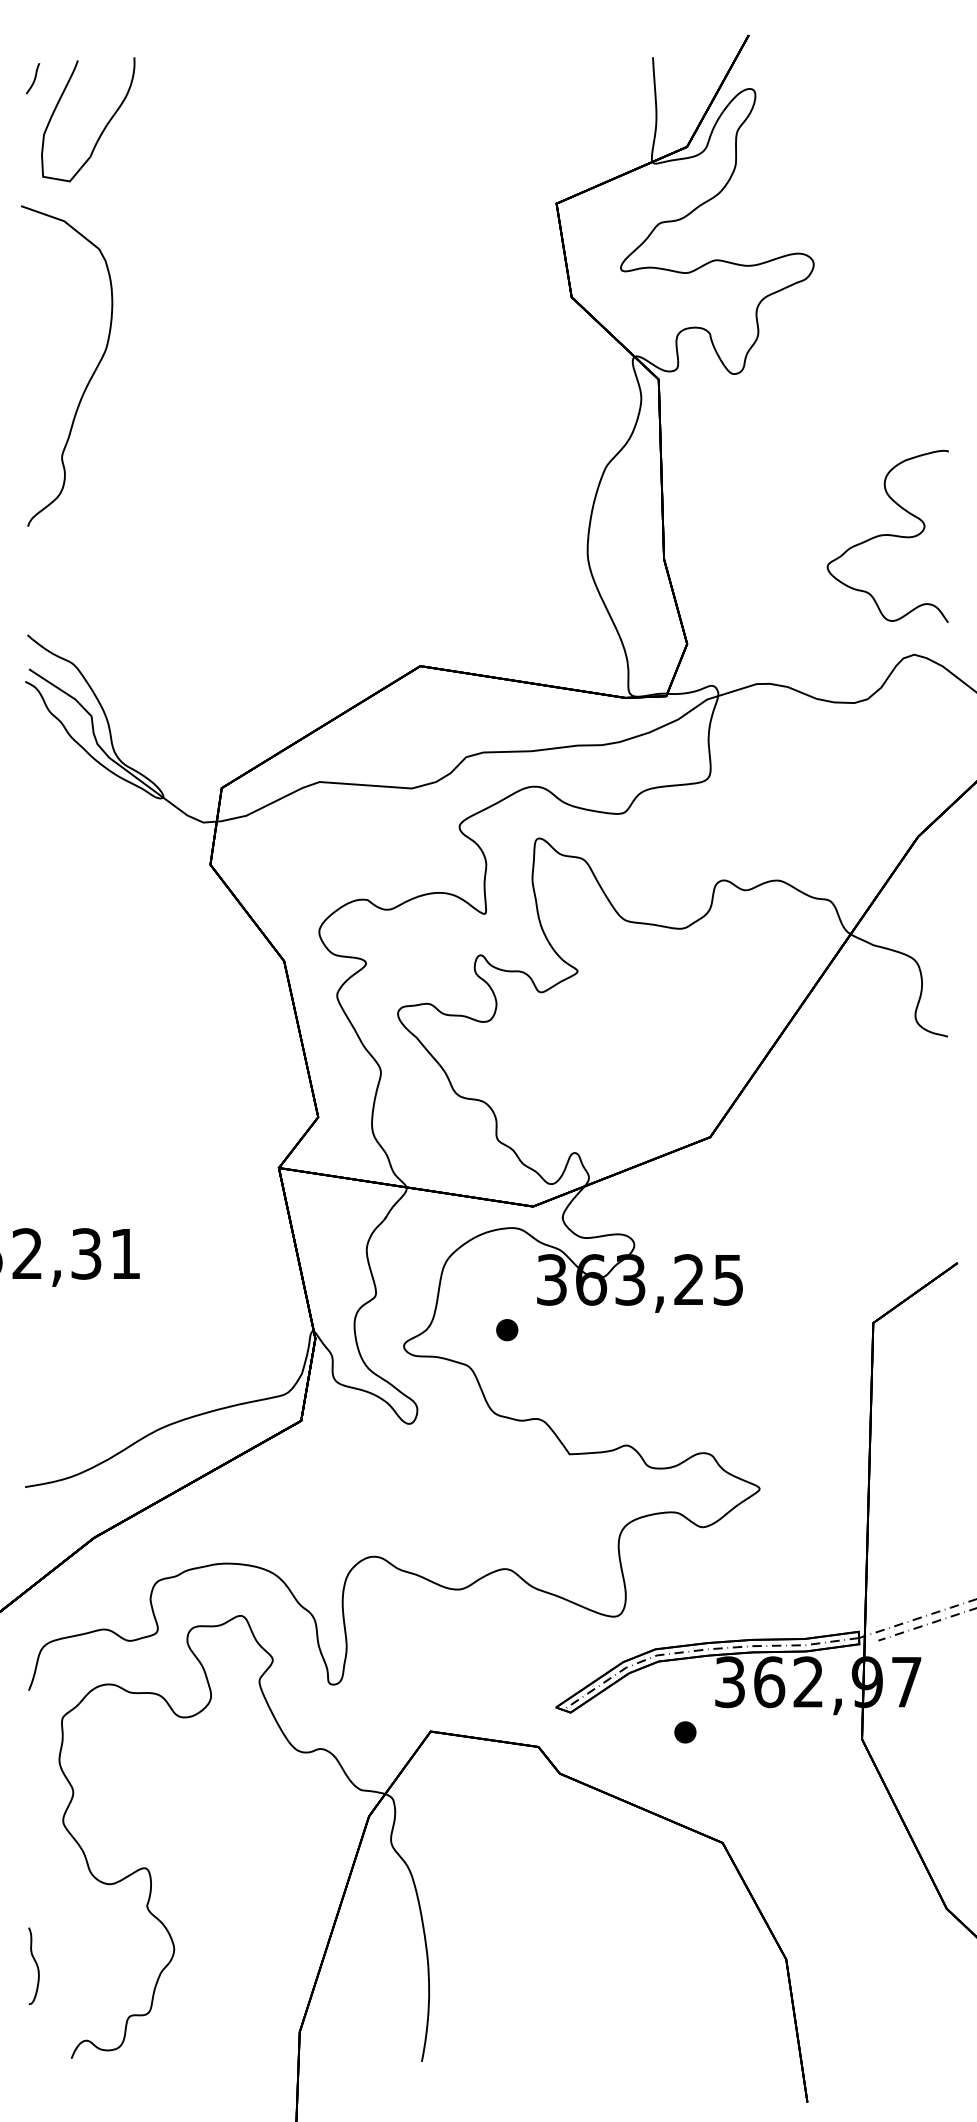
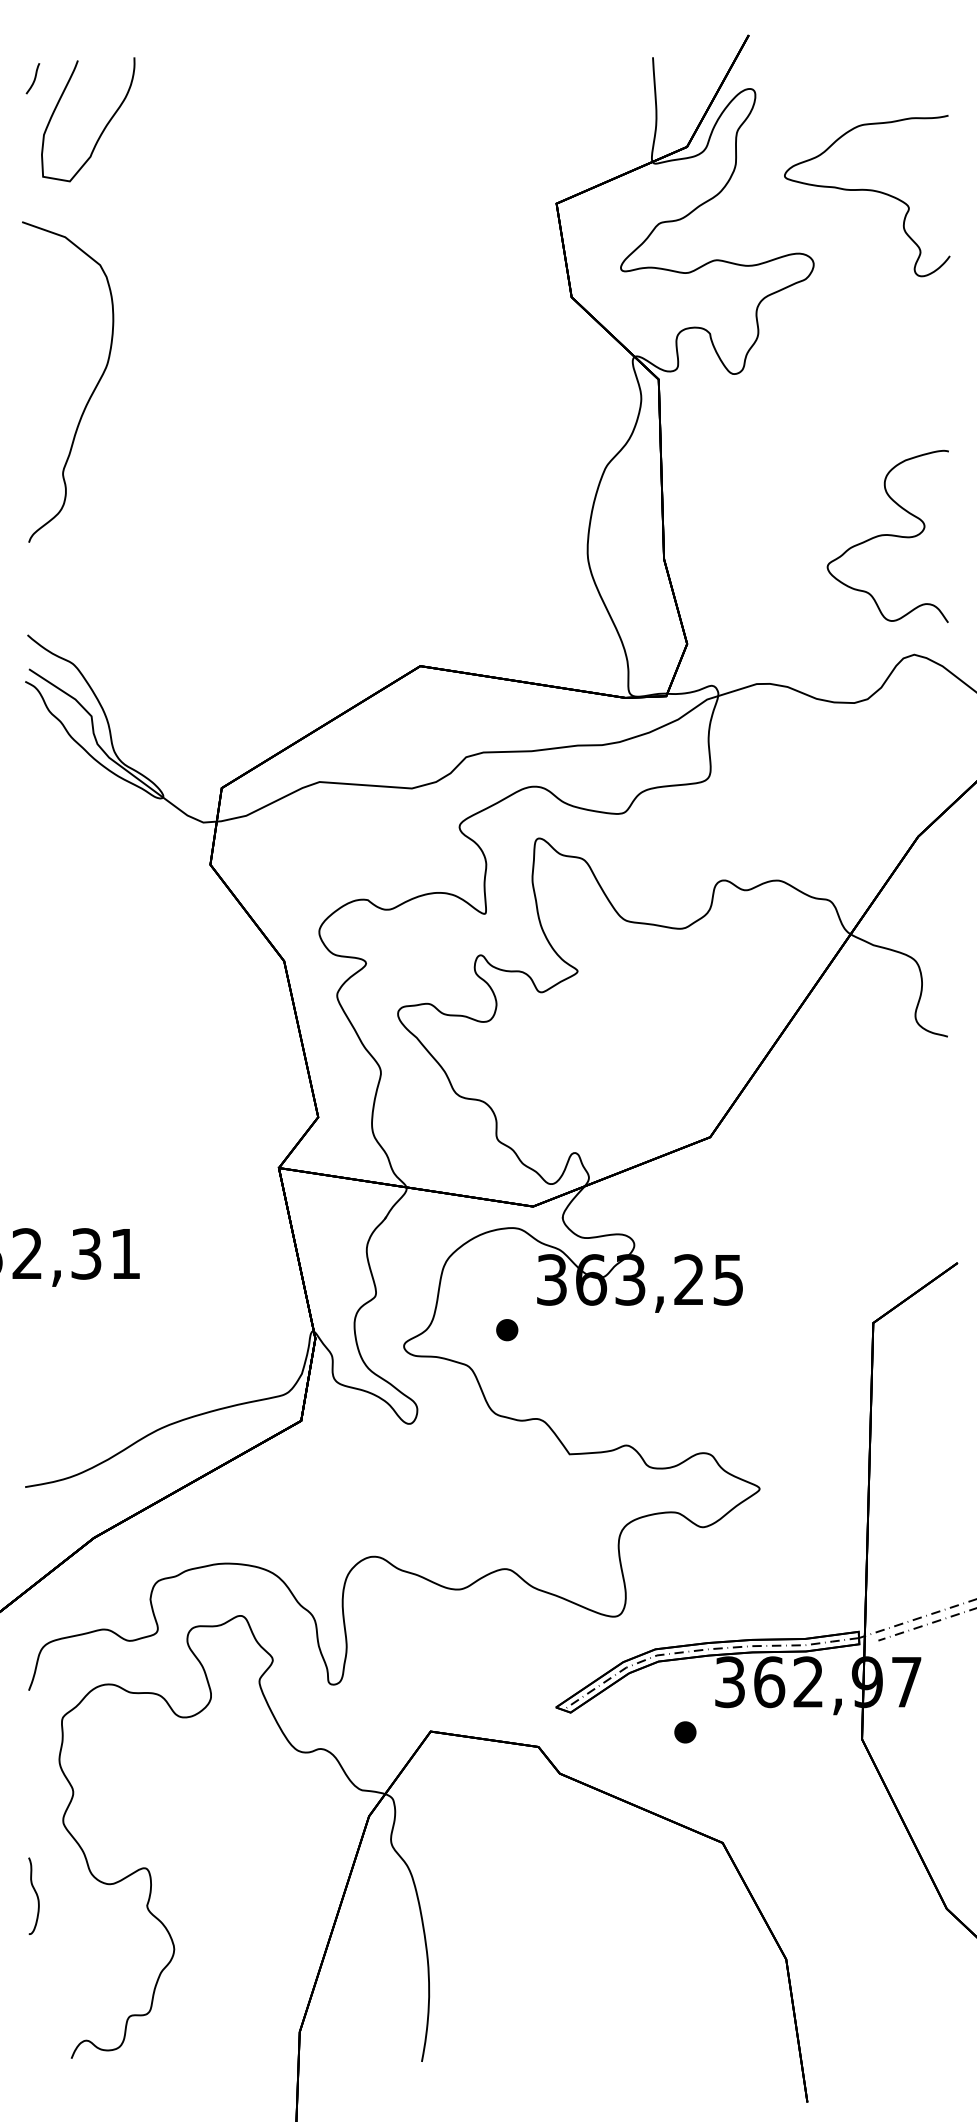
curve at (869, 191): none -> present
curve at (90, 377) position: (90, 377) -> (91, 393)
curve at (35, 1963) position: (35, 1963) -> (35, 1893)
